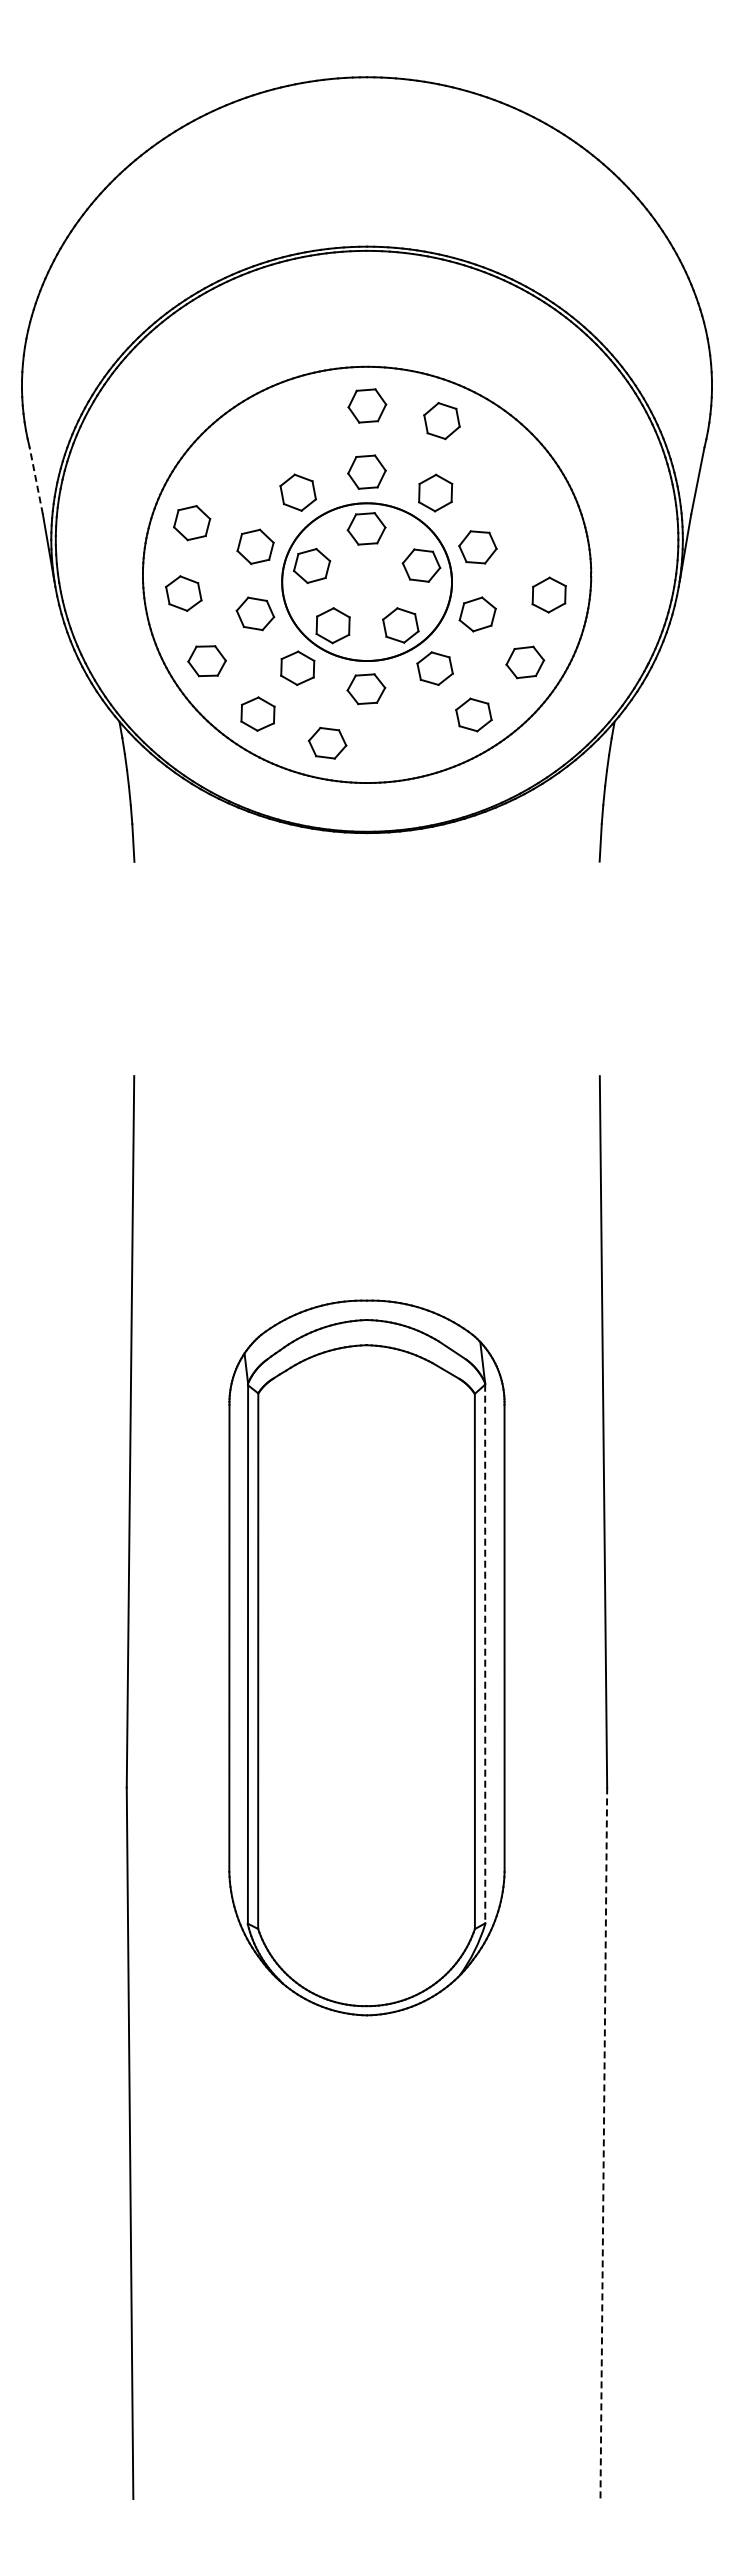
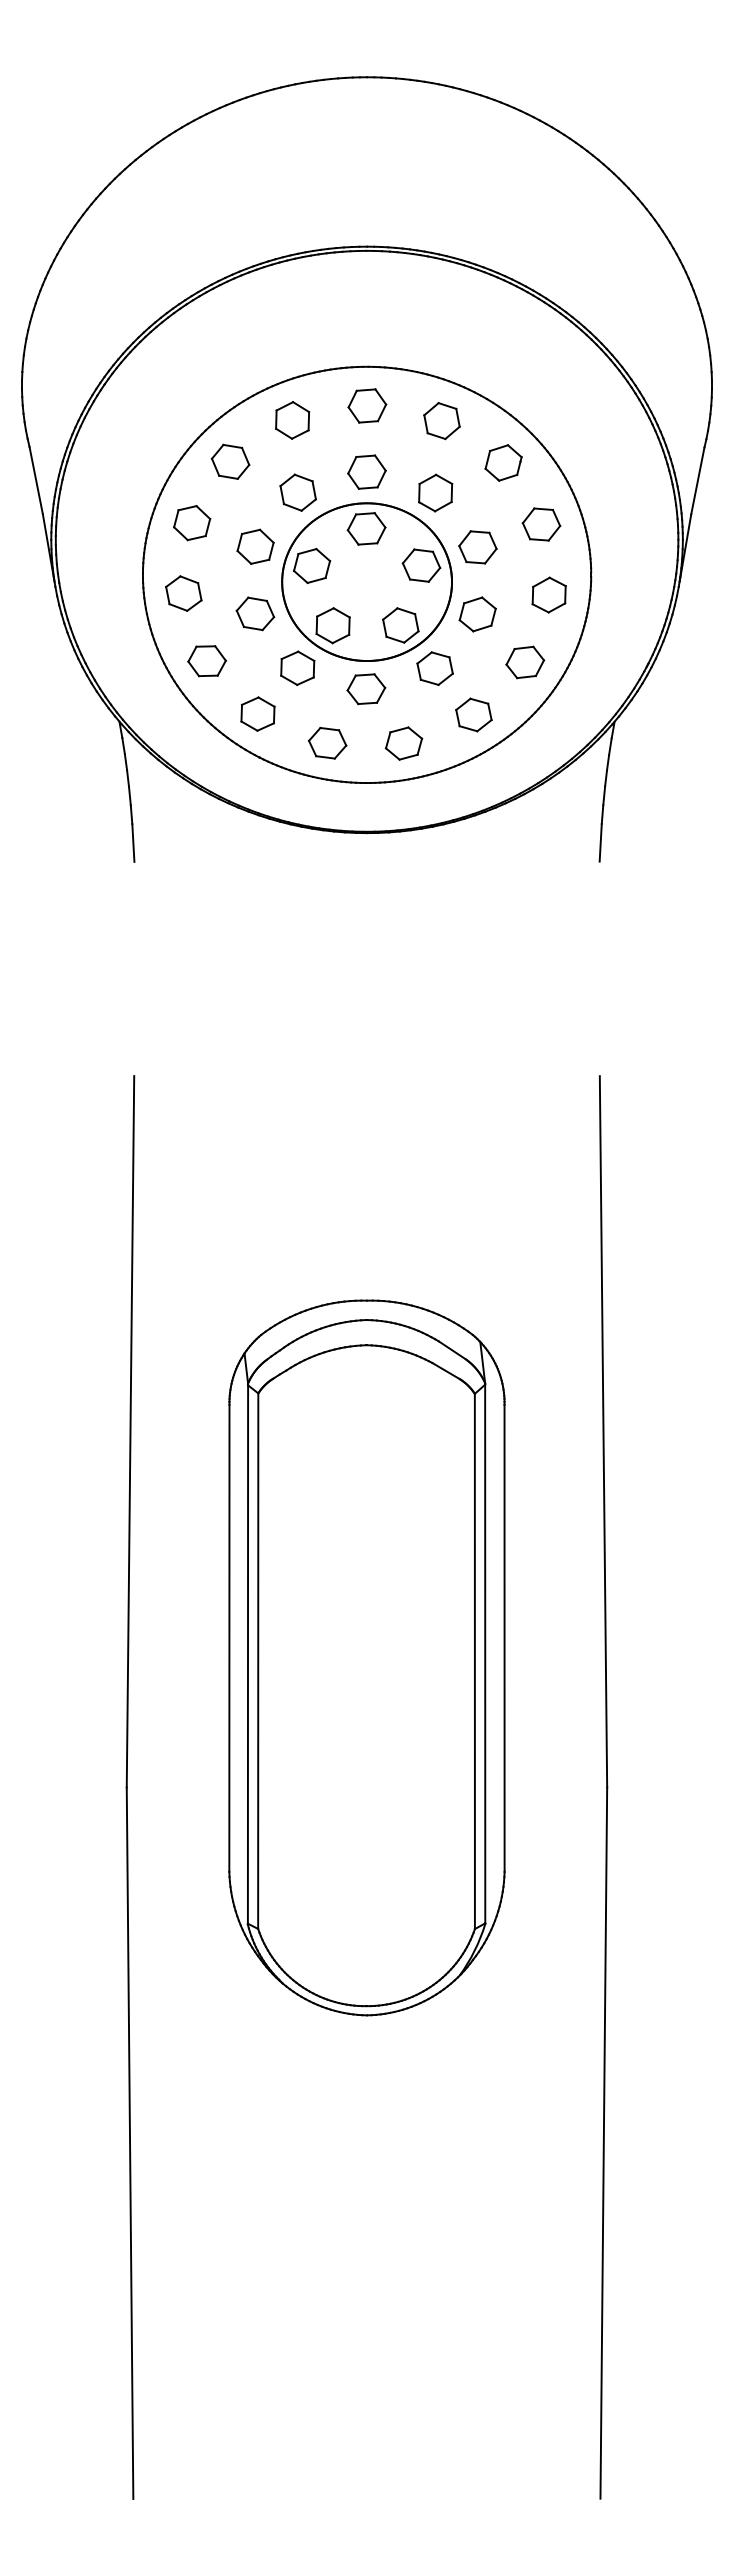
part at (292, 420): none -> present
part at (230, 461): none -> present
part at (503, 462): none -> present
line at (36, 480): dashed -> solid
part at (541, 524): none -> present
part at (403, 743): none -> present
line at (485, 1654): dashed -> solid
line at (603, 2143): dashed -> solid
